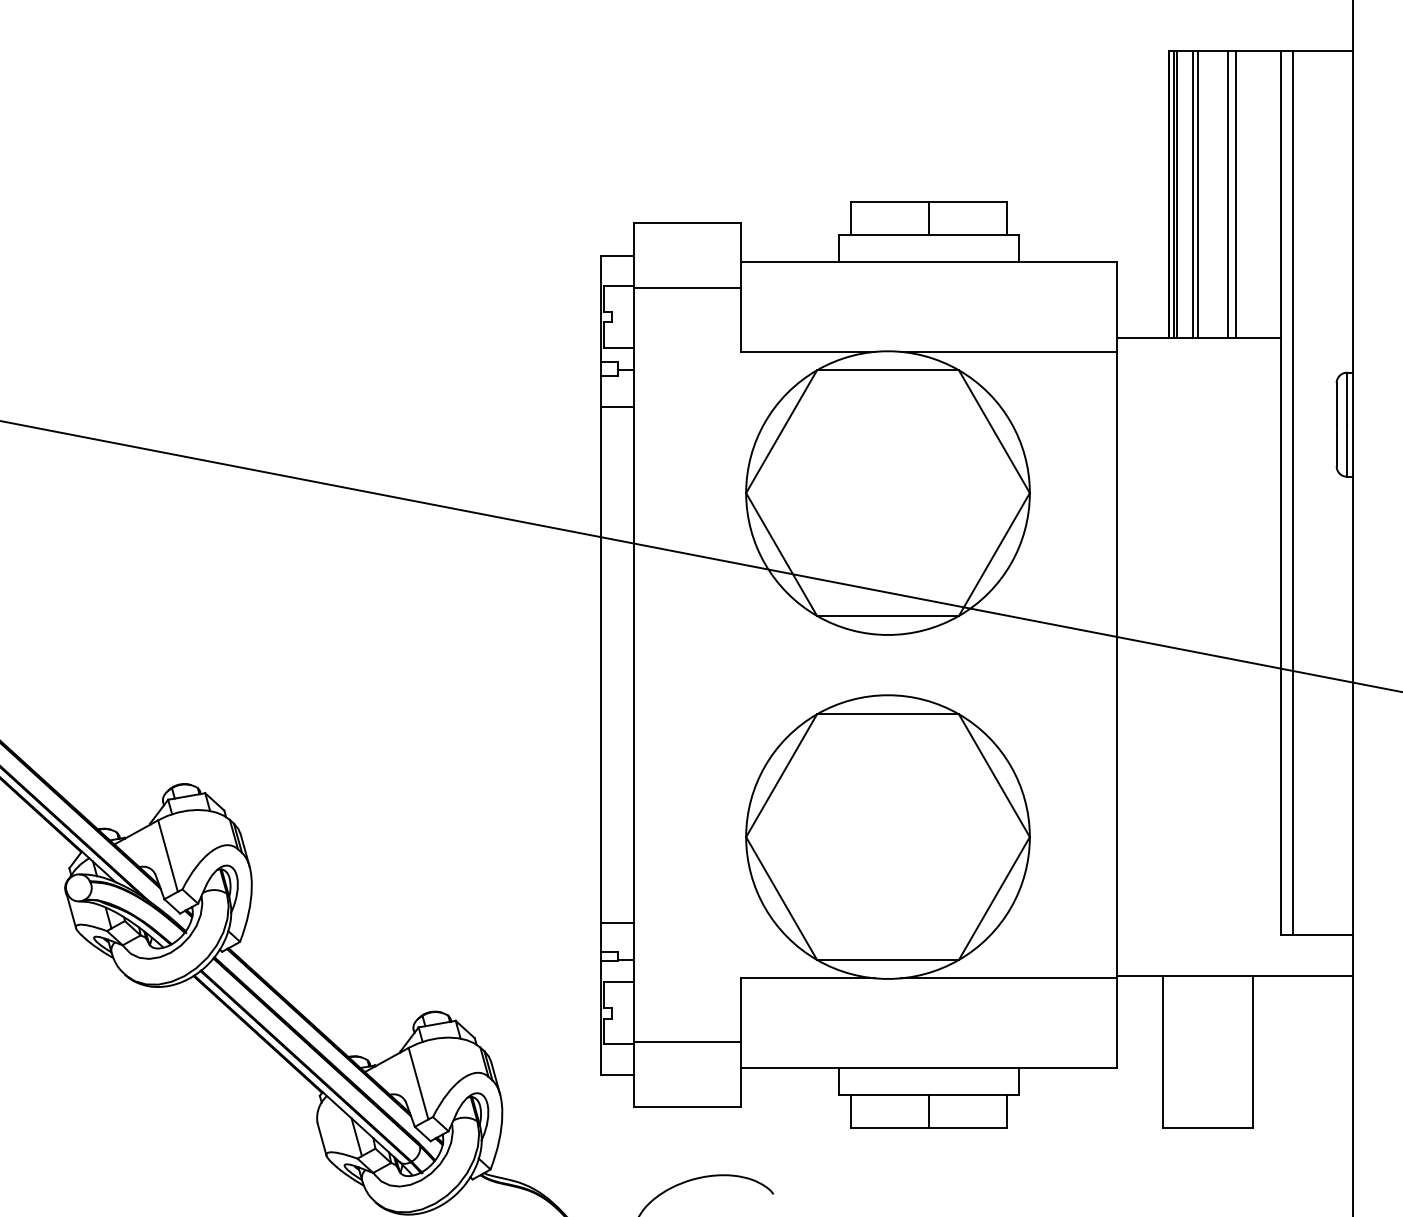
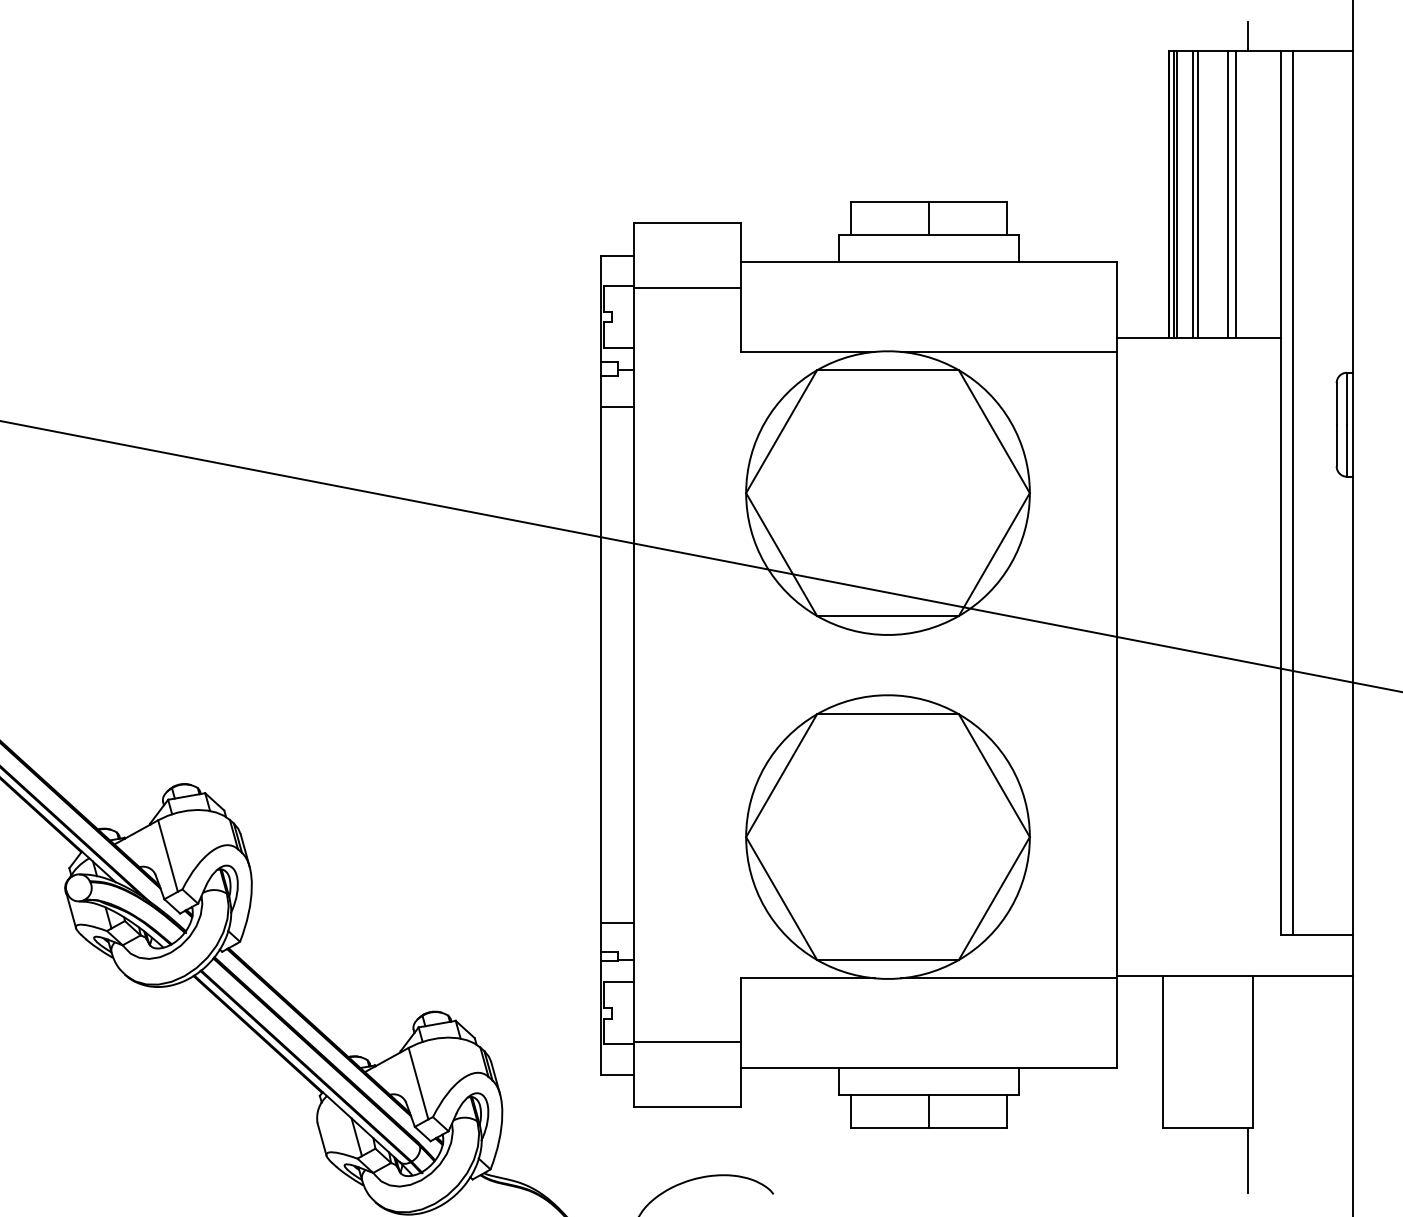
line at (1248, 36): none -> present
line at (1248, 1160): none -> present
